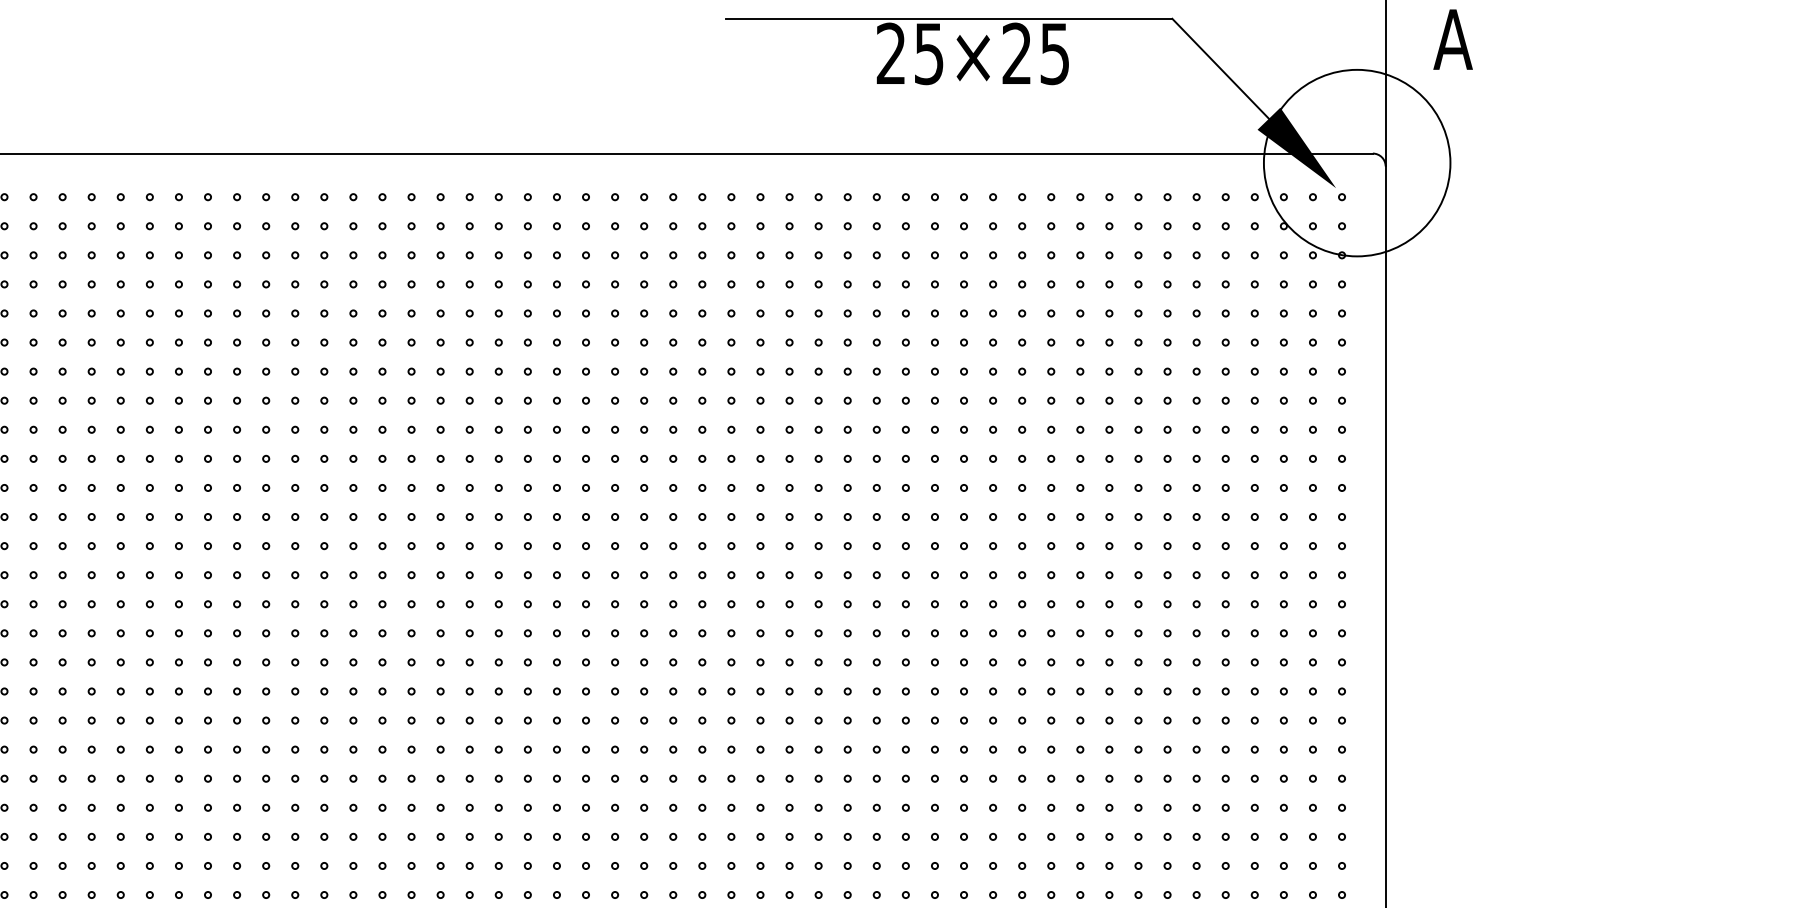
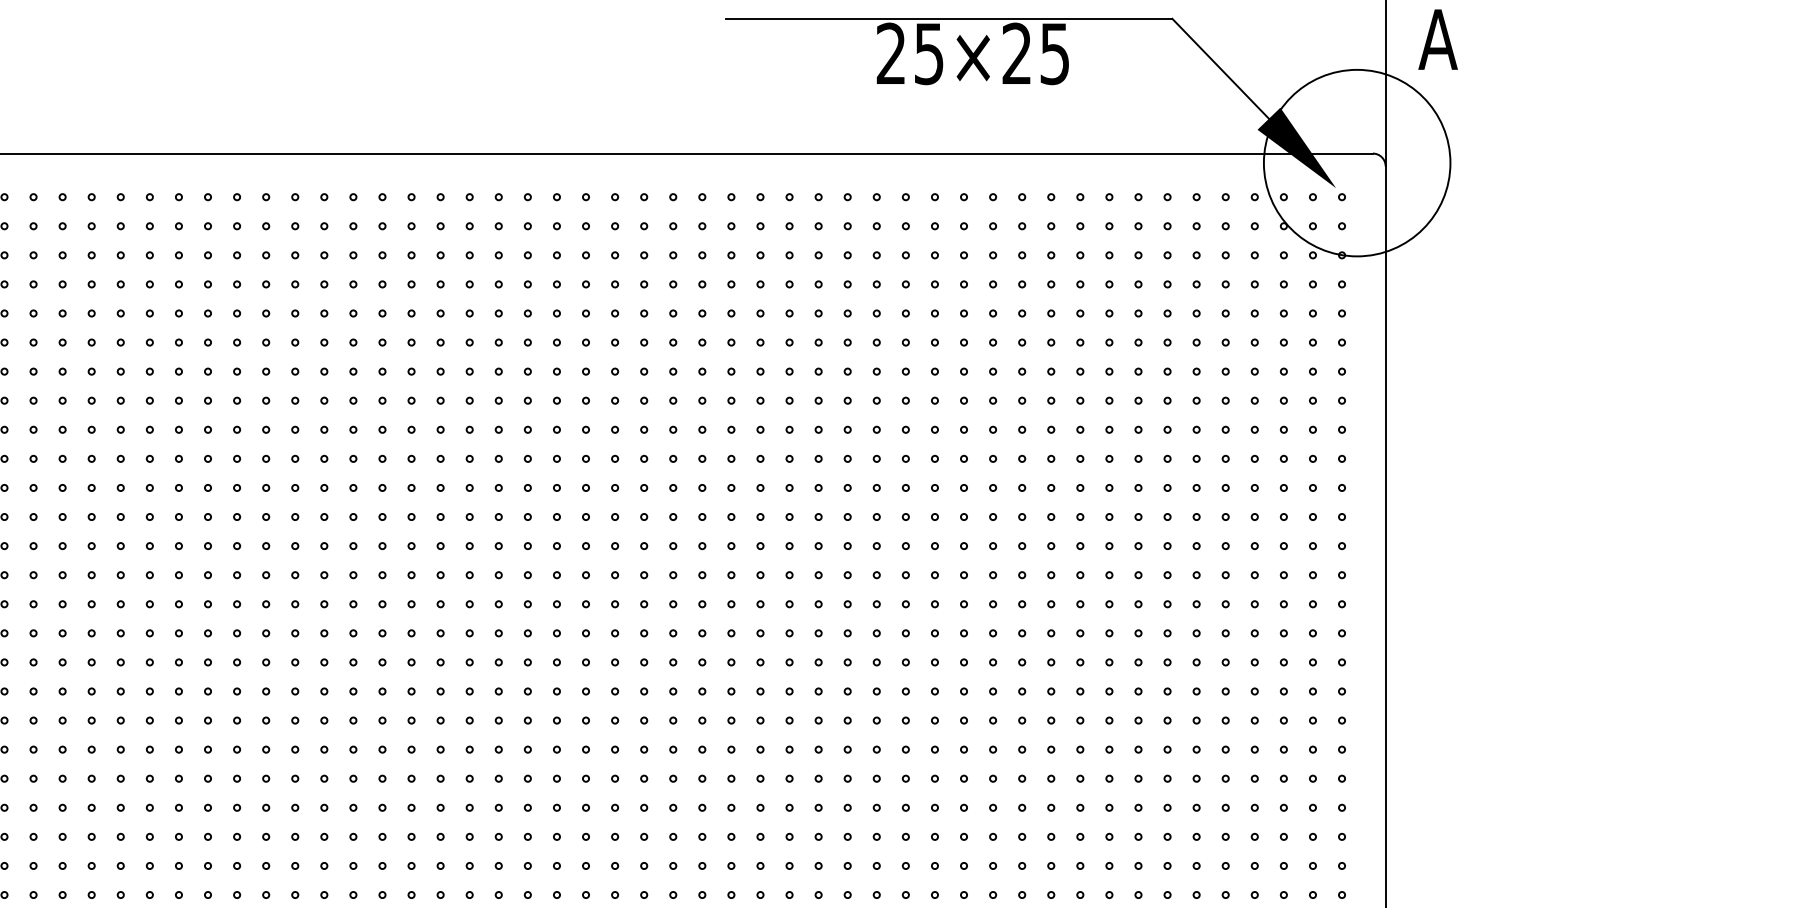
text at (1452, 39) position: (1452, 39) -> (1437, 39)
